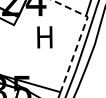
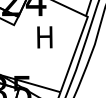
line at (81, 35): dashed -> solid
